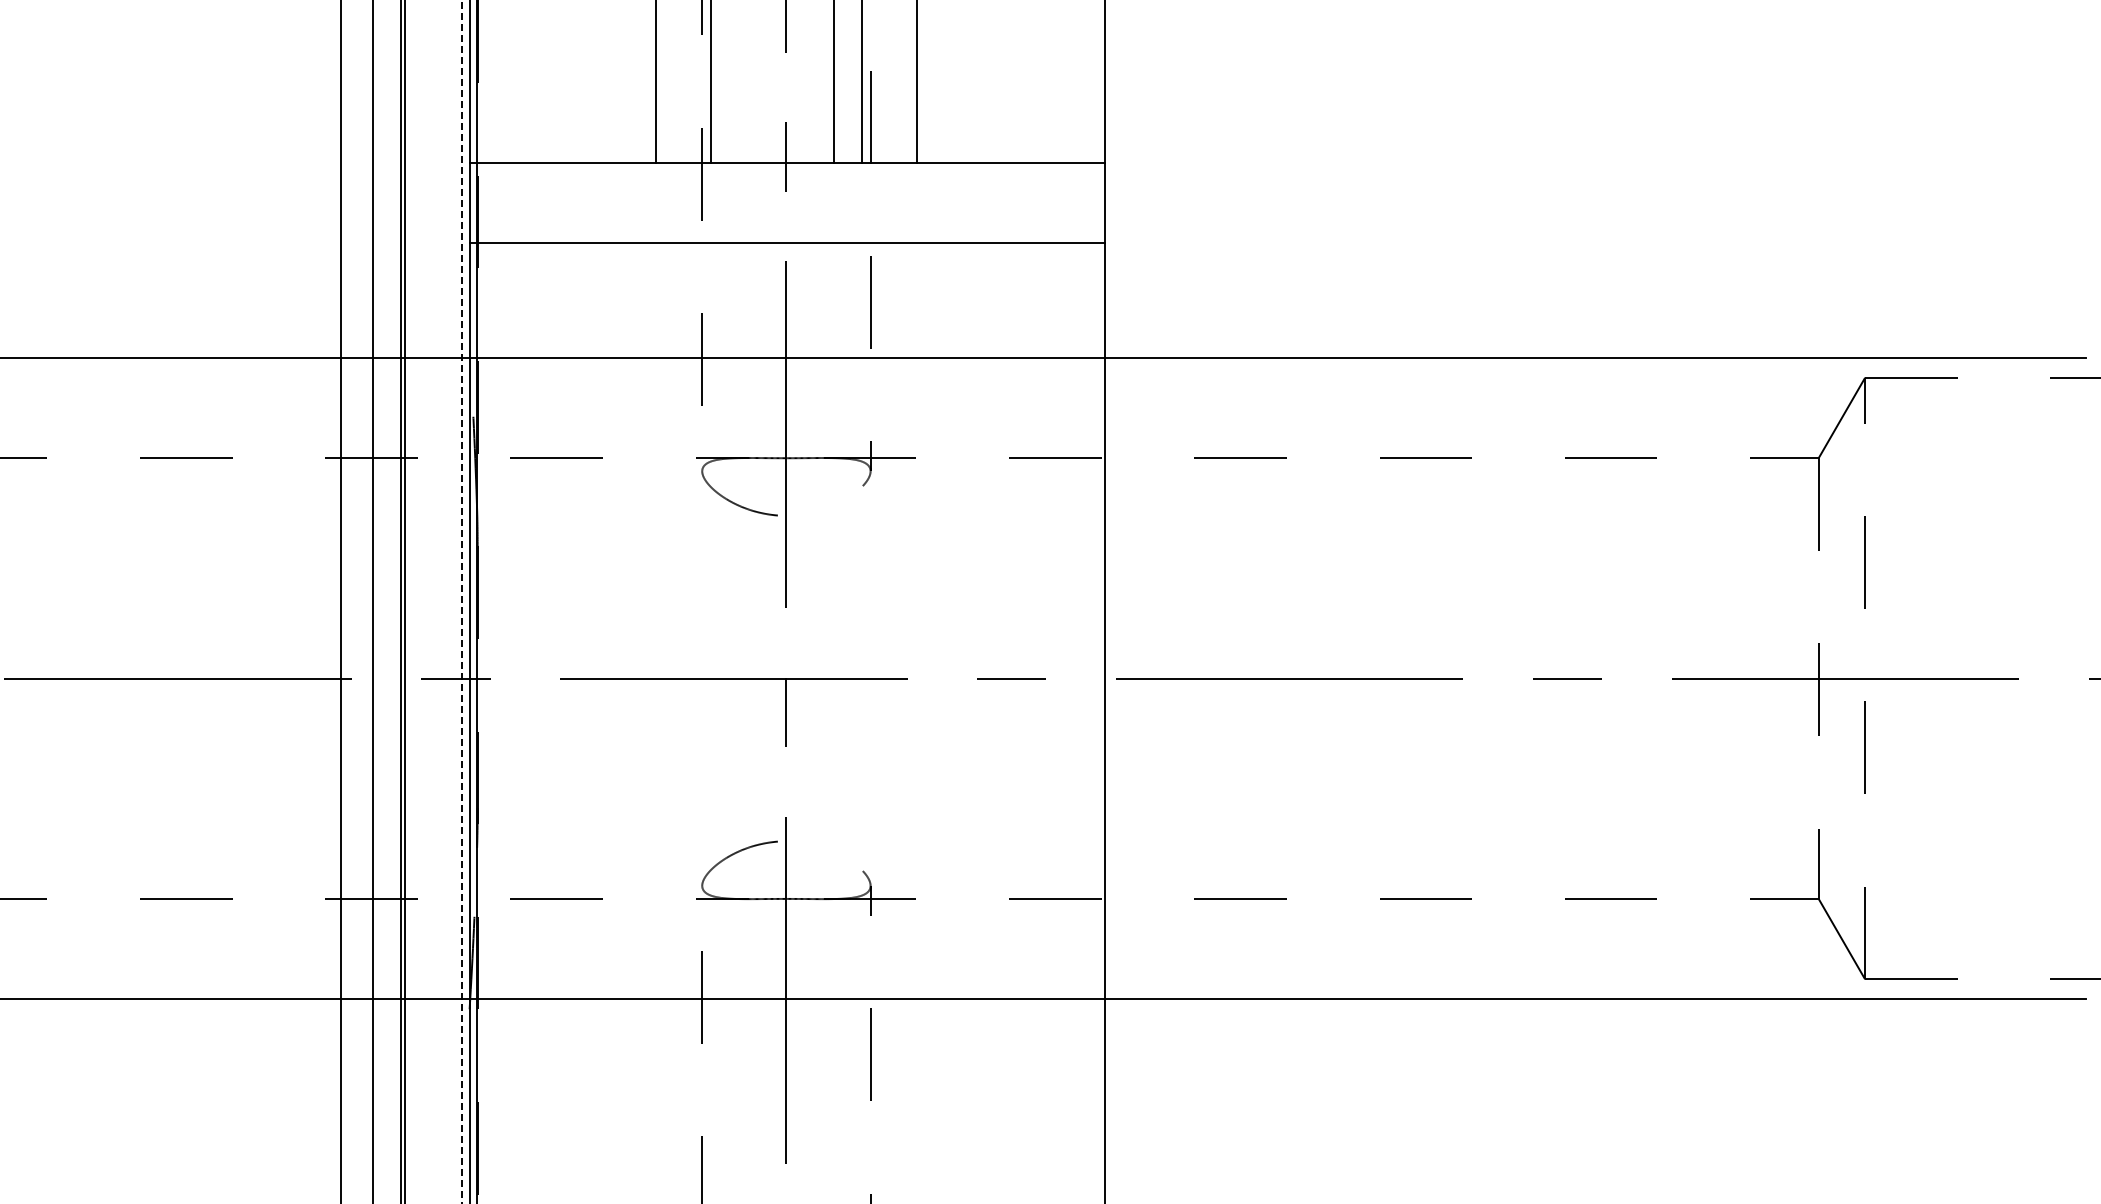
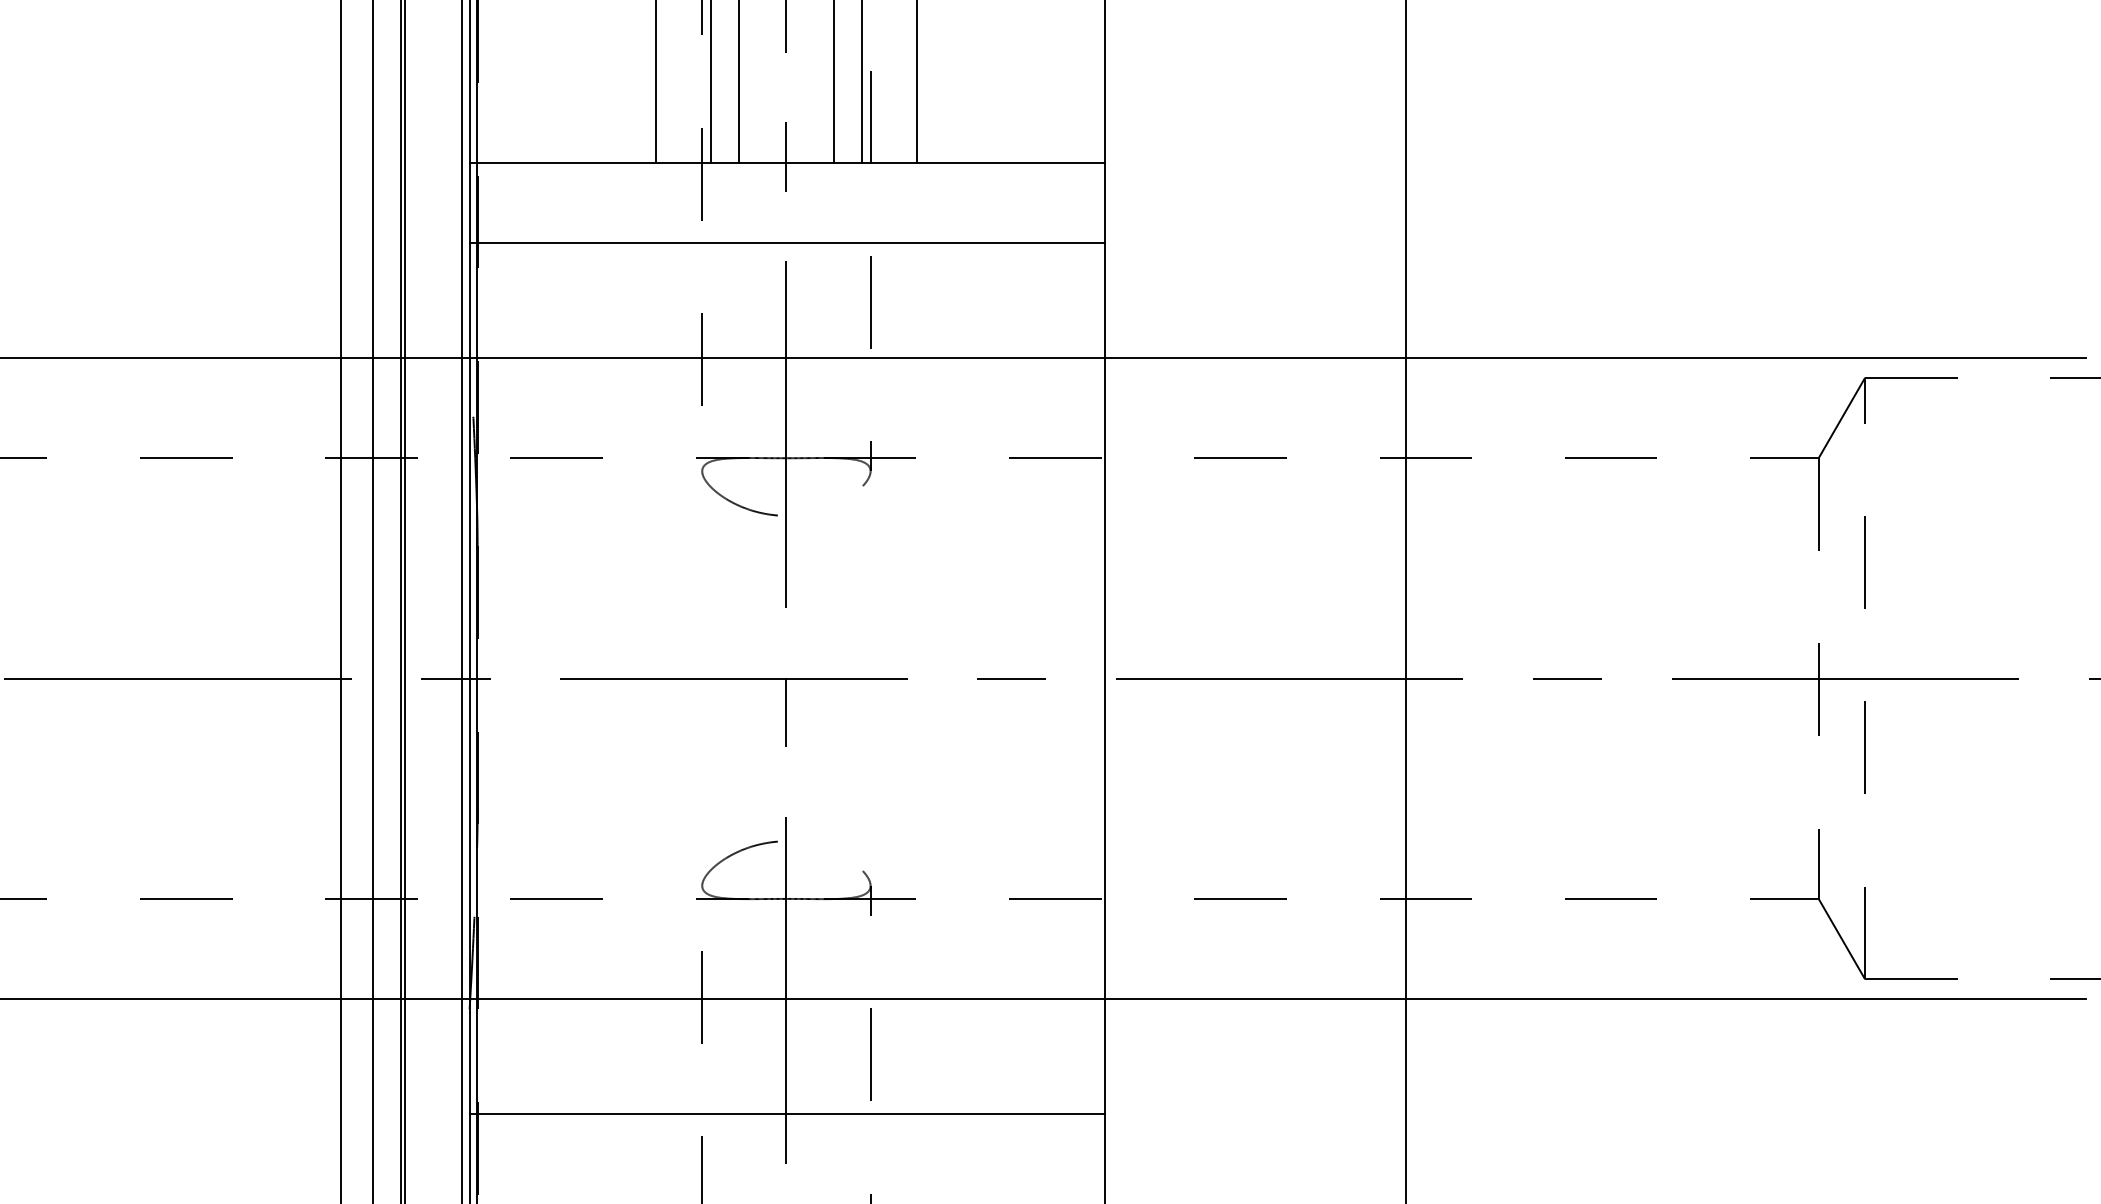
line at (739, 82): none -> present
line at (1405, 601): none -> present
line at (461, 602): dashed -> solid
line at (787, 1113): none -> present
